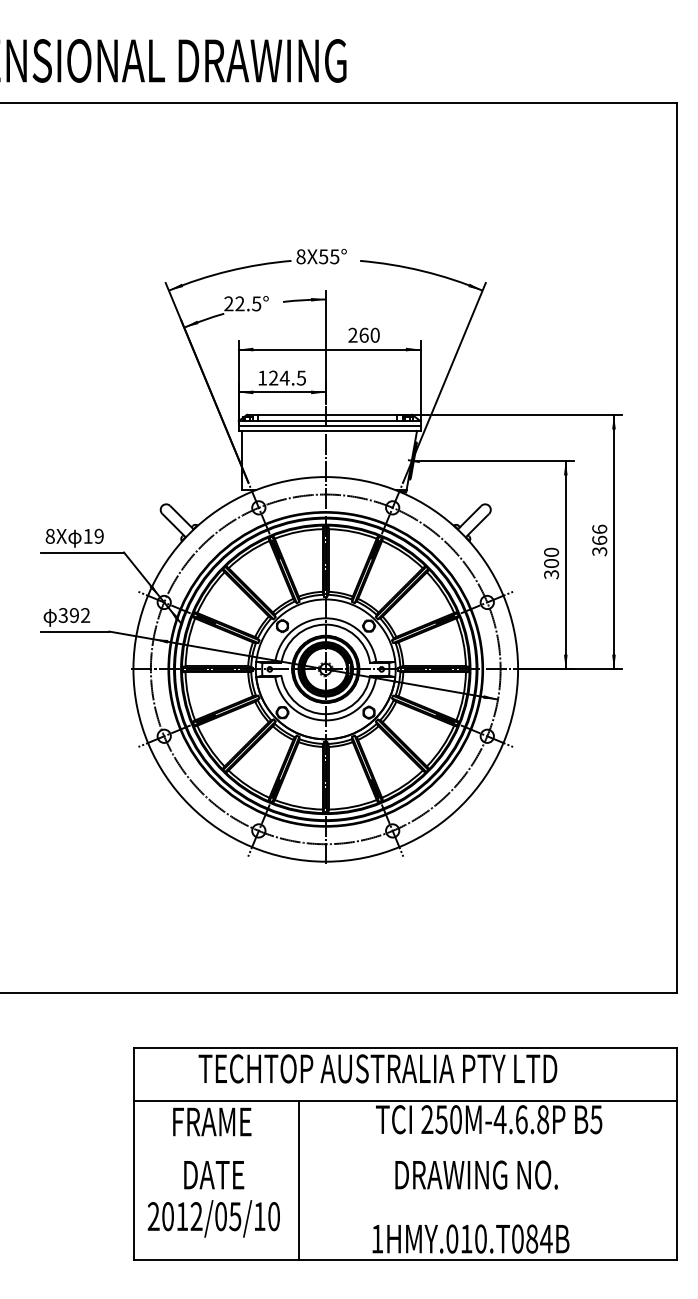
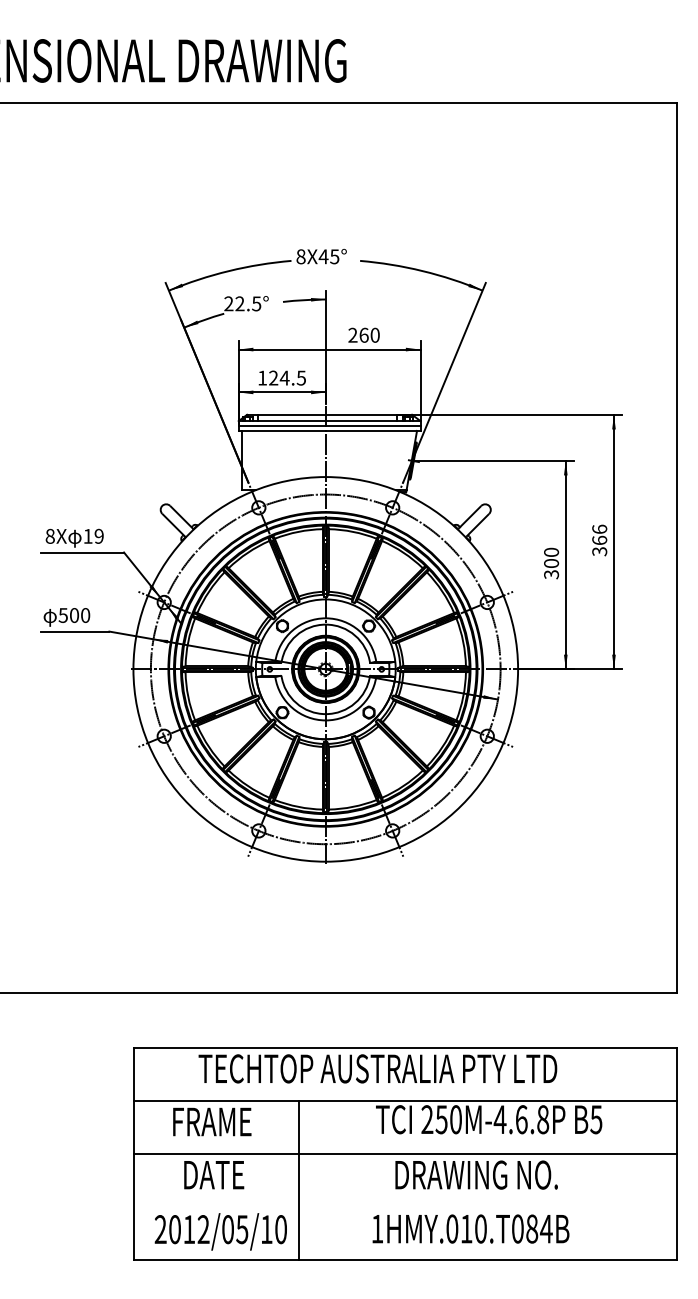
text at (323, 256): 8X55 -> 8X45
text at (74, 615): 392 -> 500
line at (405, 1153): none -> present
text at (213, 1218) position: (213, 1218) -> (220, 1231)
text at (470, 1238) position: (470, 1238) -> (470, 1228)
